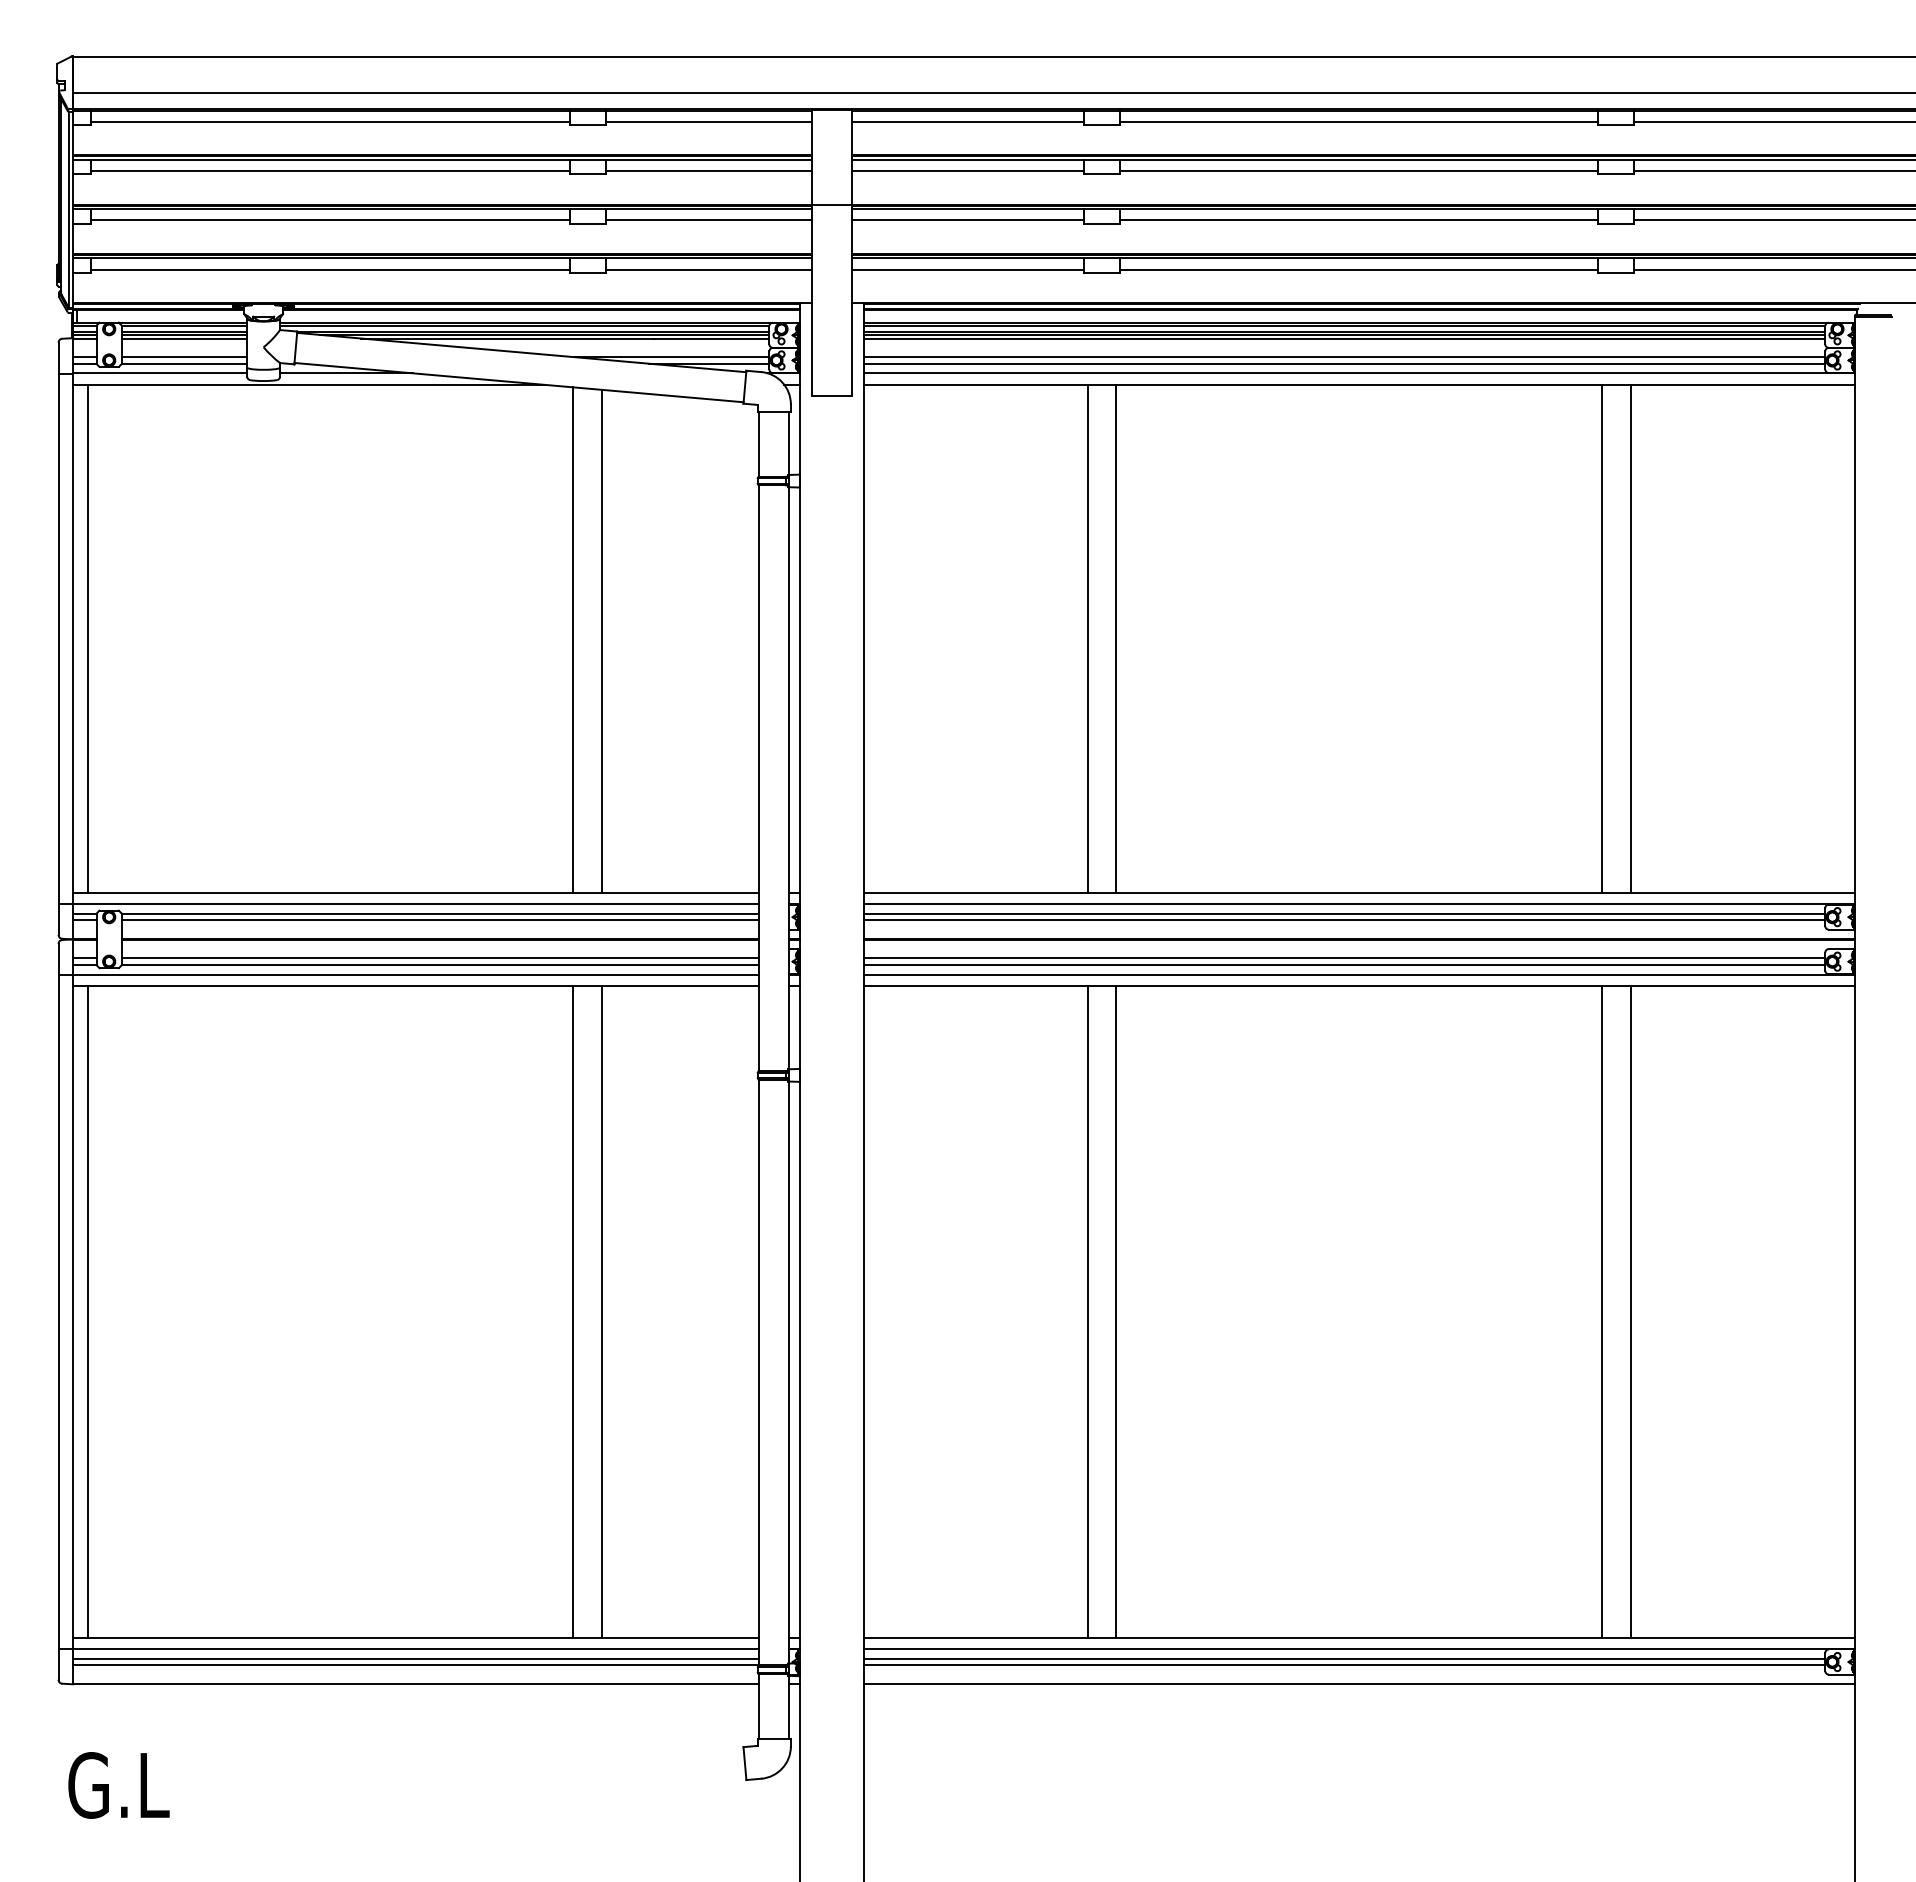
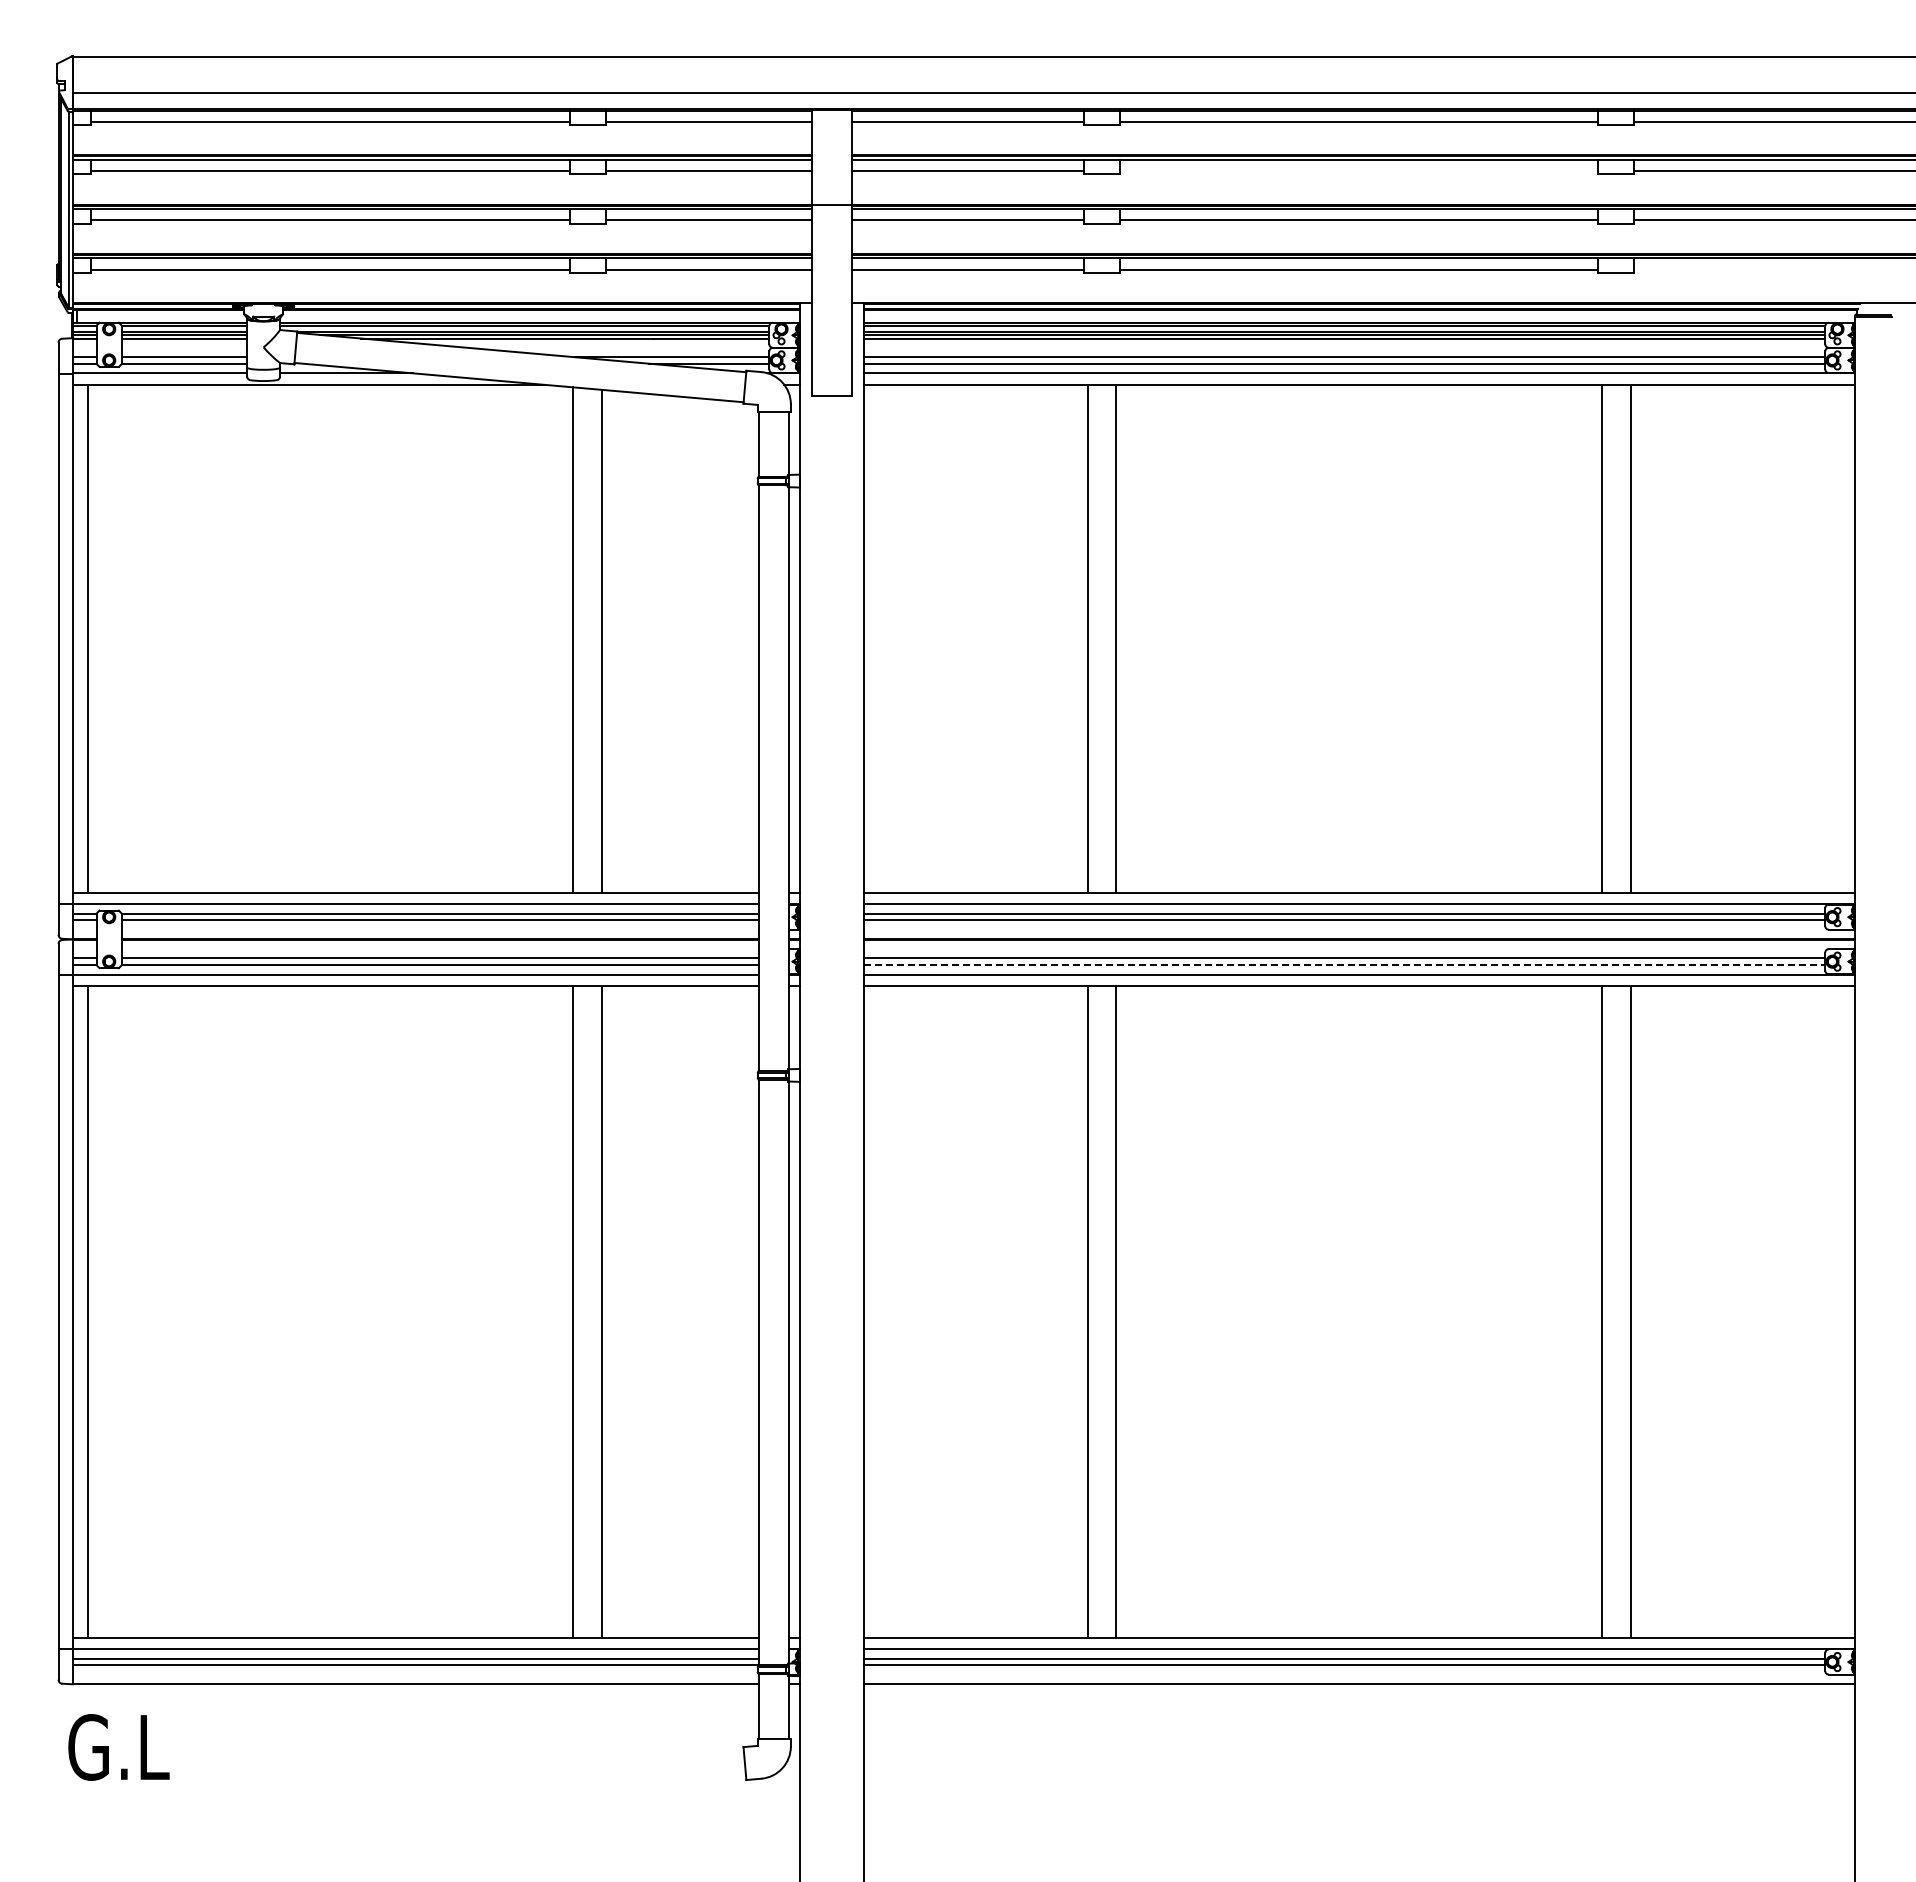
line at (1358, 170): present -> none
line at (1773, 269): present -> none
line at (1344, 964): solid -> dashed
text at (118, 1785) position: (118, 1785) -> (118, 1747)
